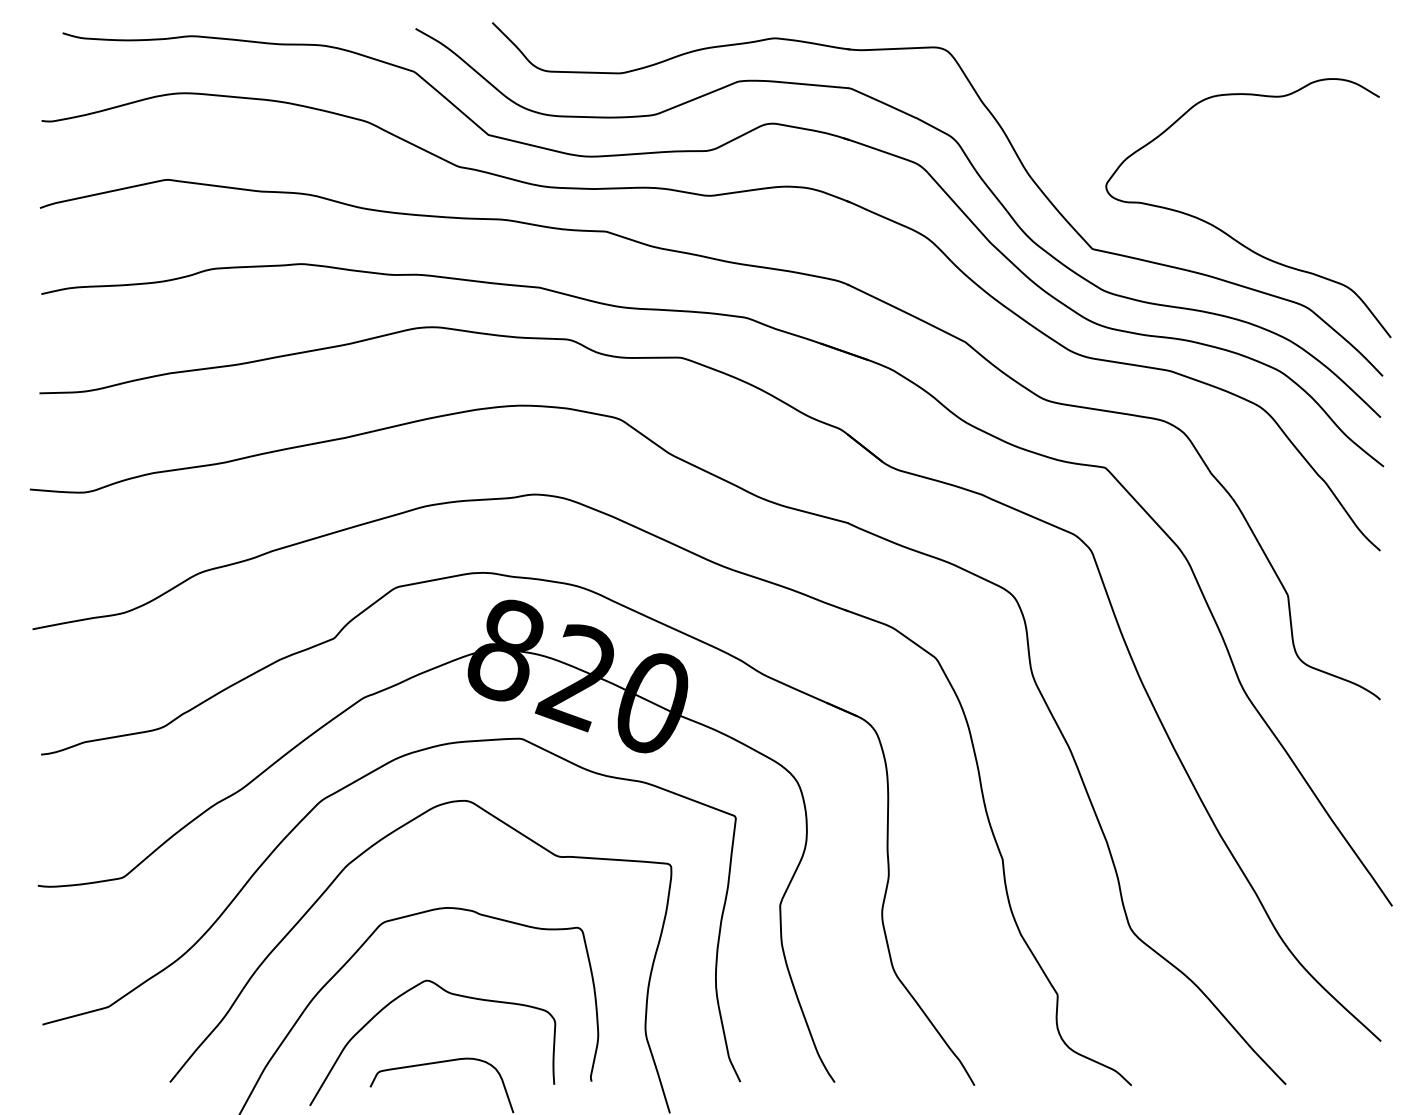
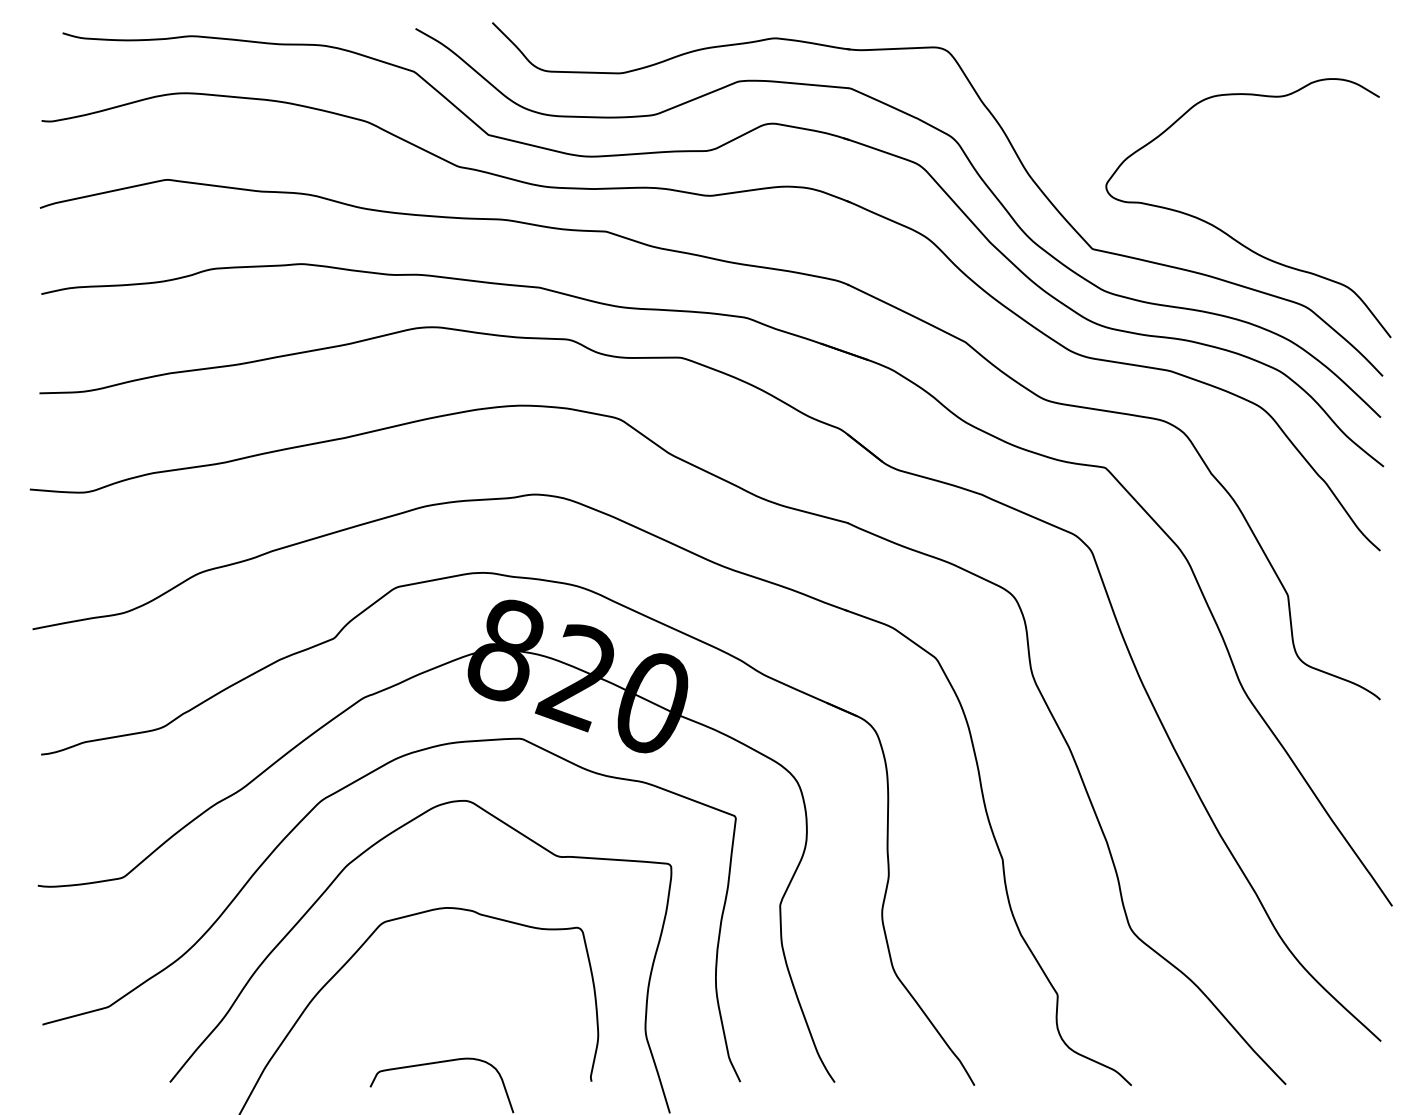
curve at (450, 994): present -> none
